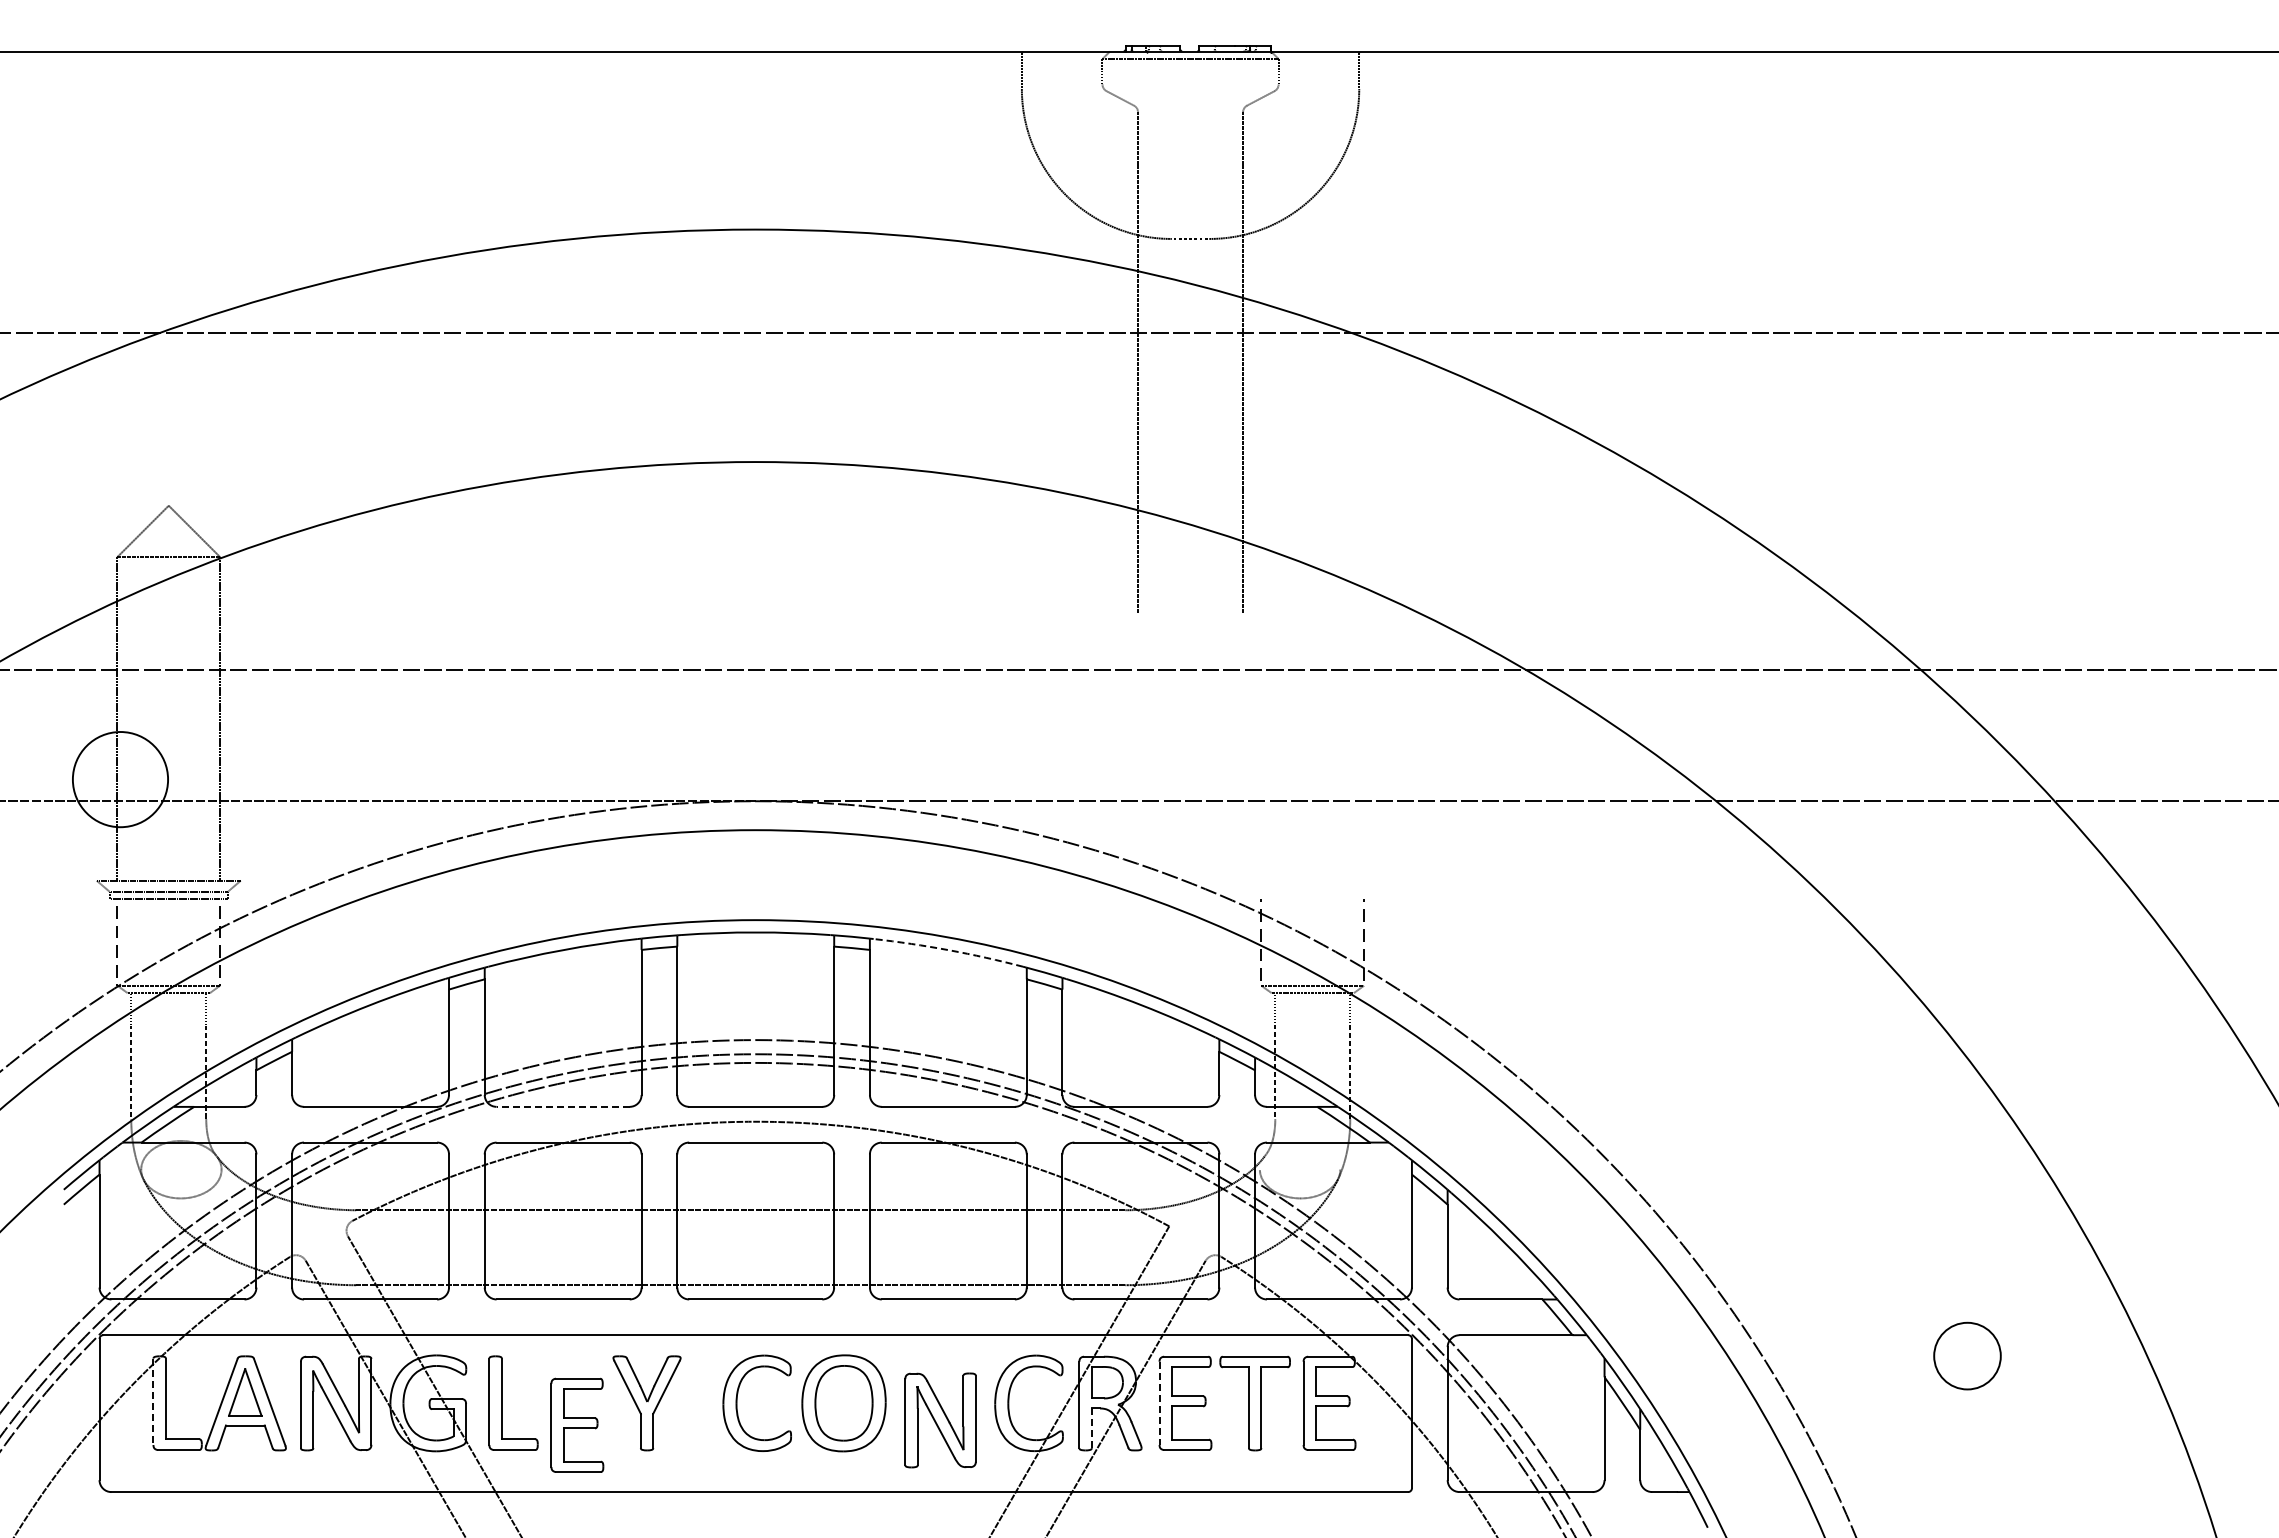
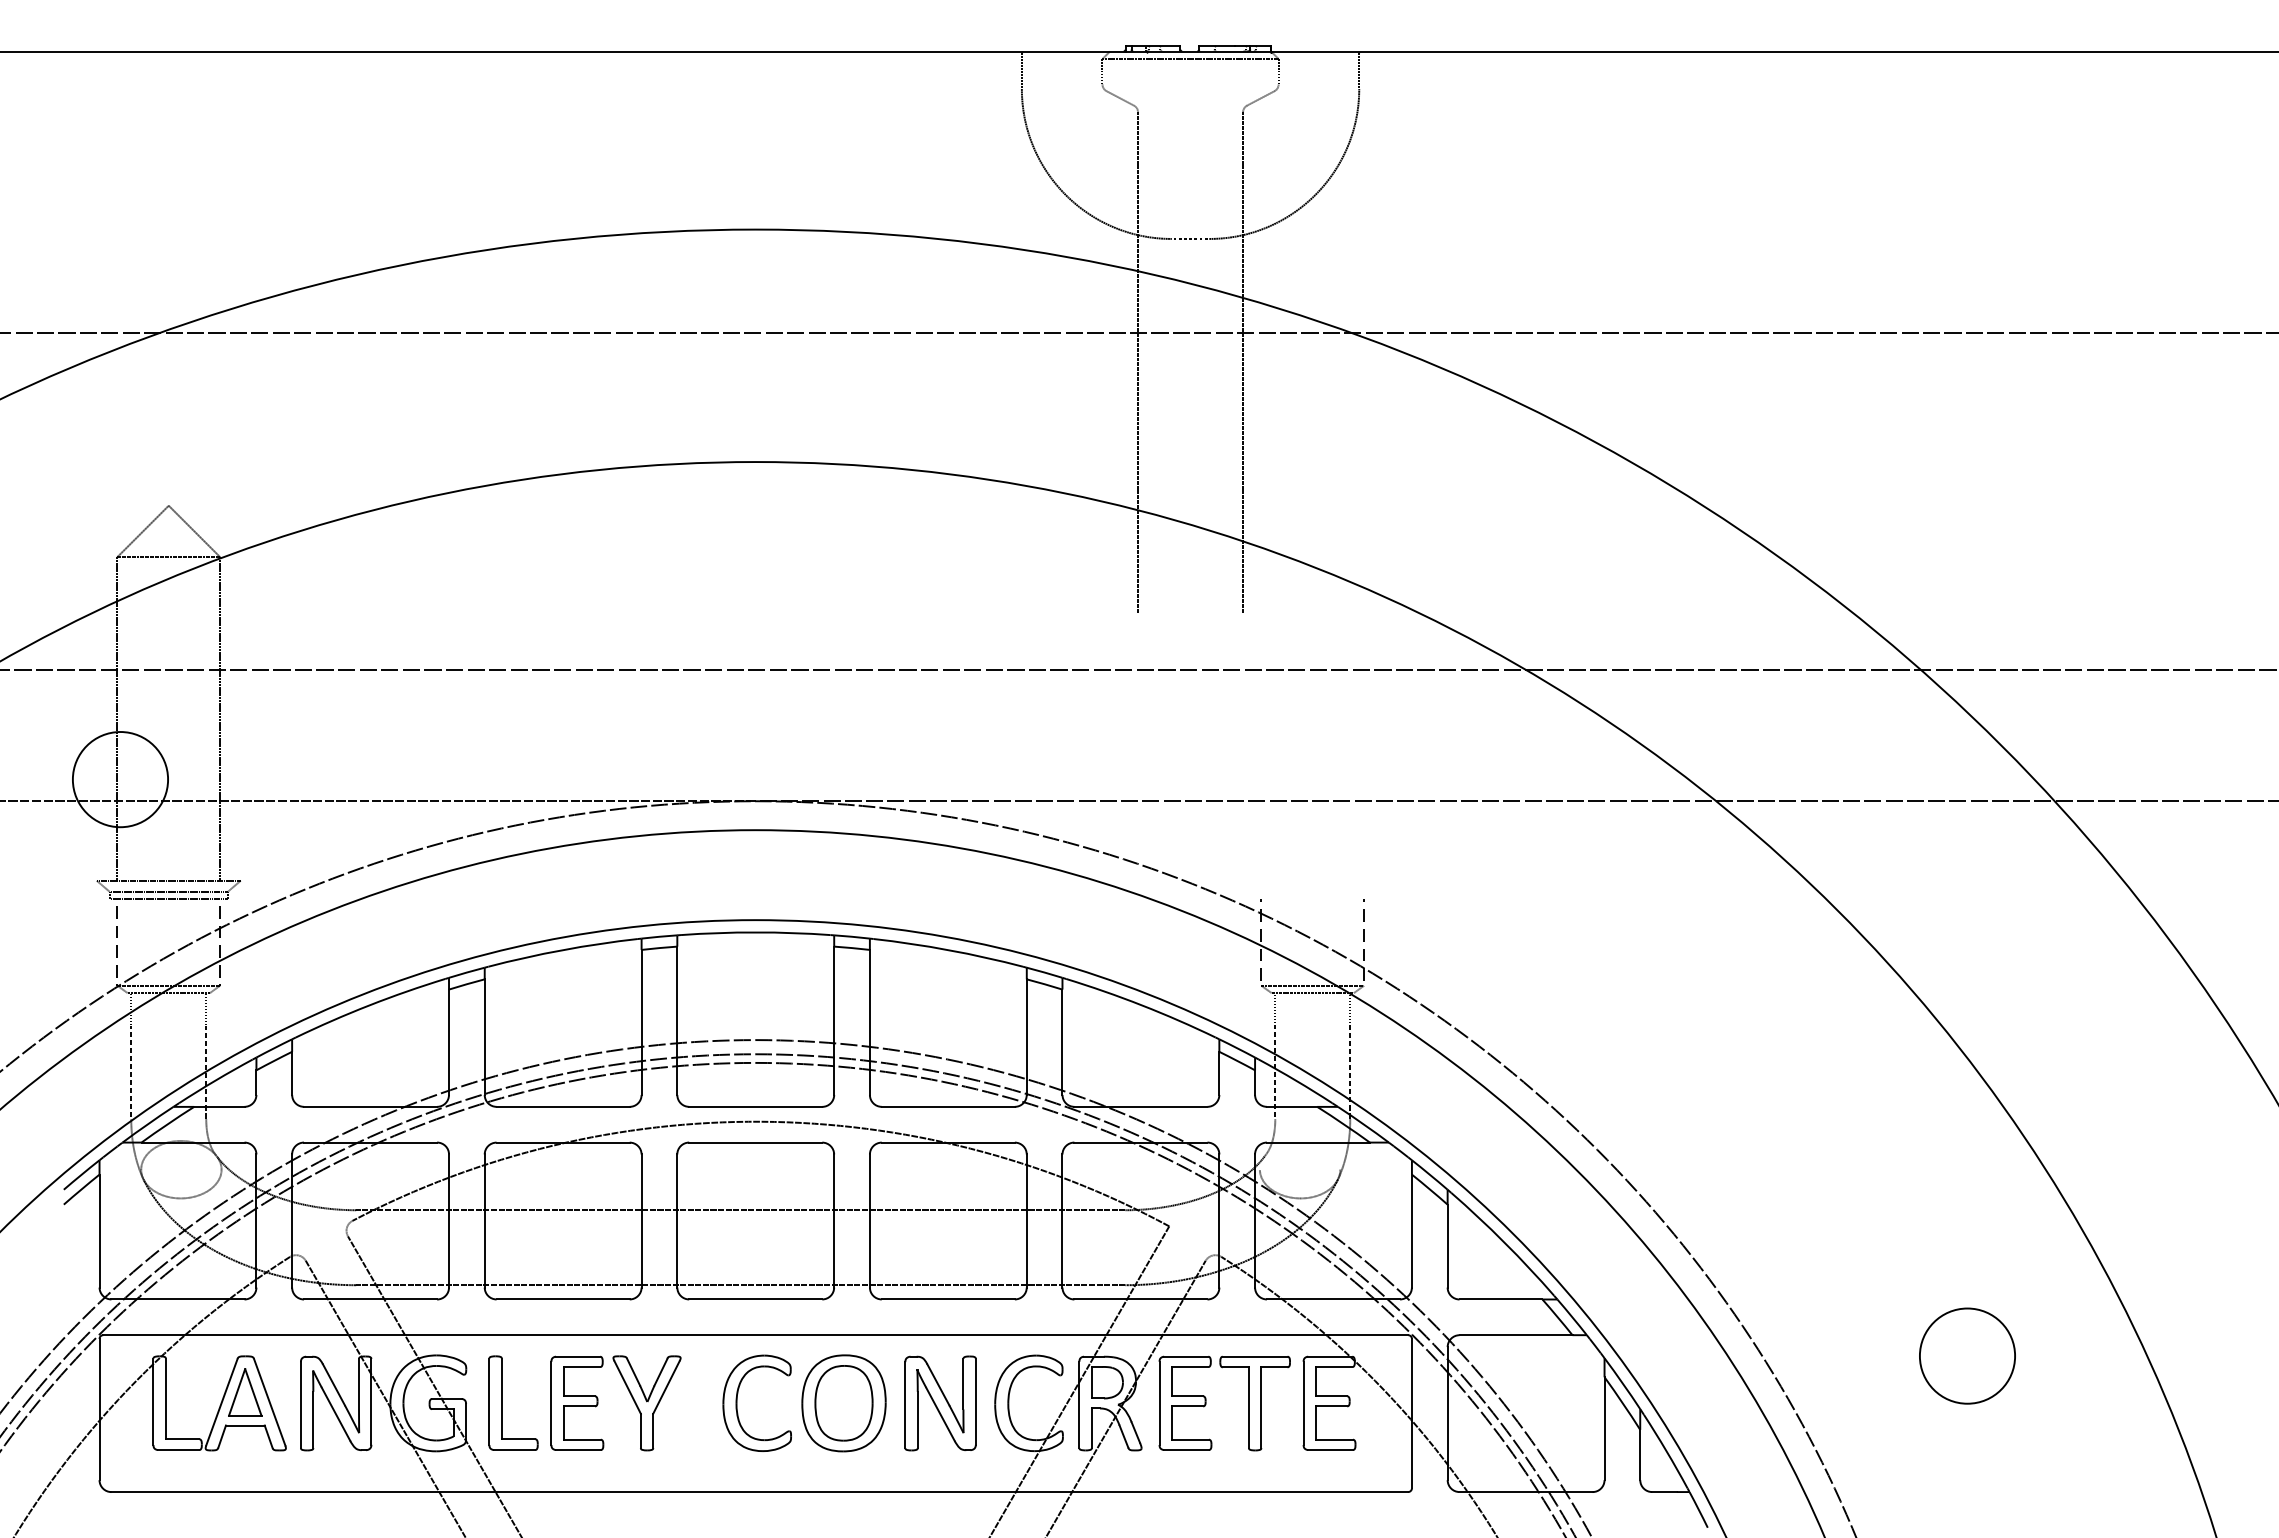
arc at (948, 950): dashed -> solid
line at (563, 1106): dashed -> solid
circle at (1967, 1355) diameter: 67 px -> 95 px
line at (153, 1402): dashed -> solid
line at (1159, 1403): dashed -> solid
part at (940, 1420) position: (940, 1420) -> (940, 1403)
part at (577, 1424) position: (577, 1424) -> (577, 1402)
line at (1091, 1428): dashed -> solid
